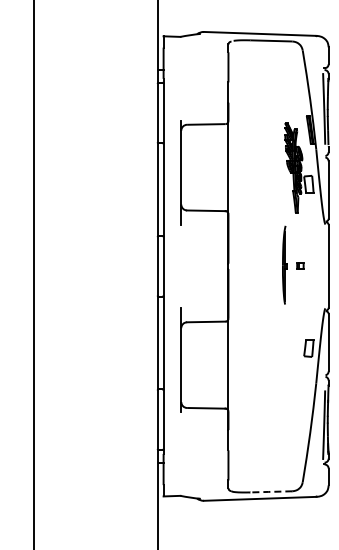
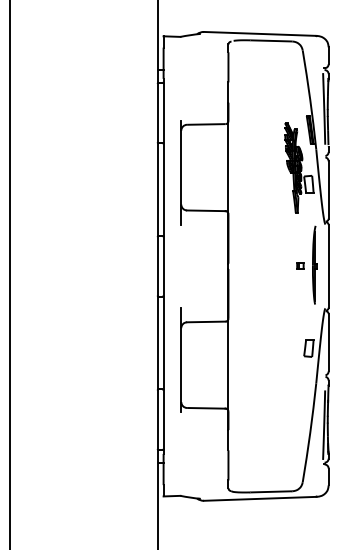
part at (284, 264) position: (284, 264) -> (314, 264)
line at (34, 274) position: (34, 274) -> (10, 274)
line at (270, 491): dashed -> solid
